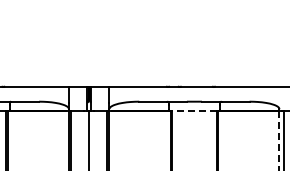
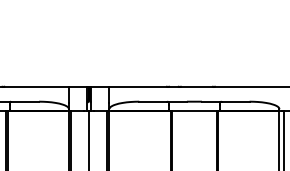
line at (193, 110): dashed -> solid
line at (279, 140): dashed -> solid
